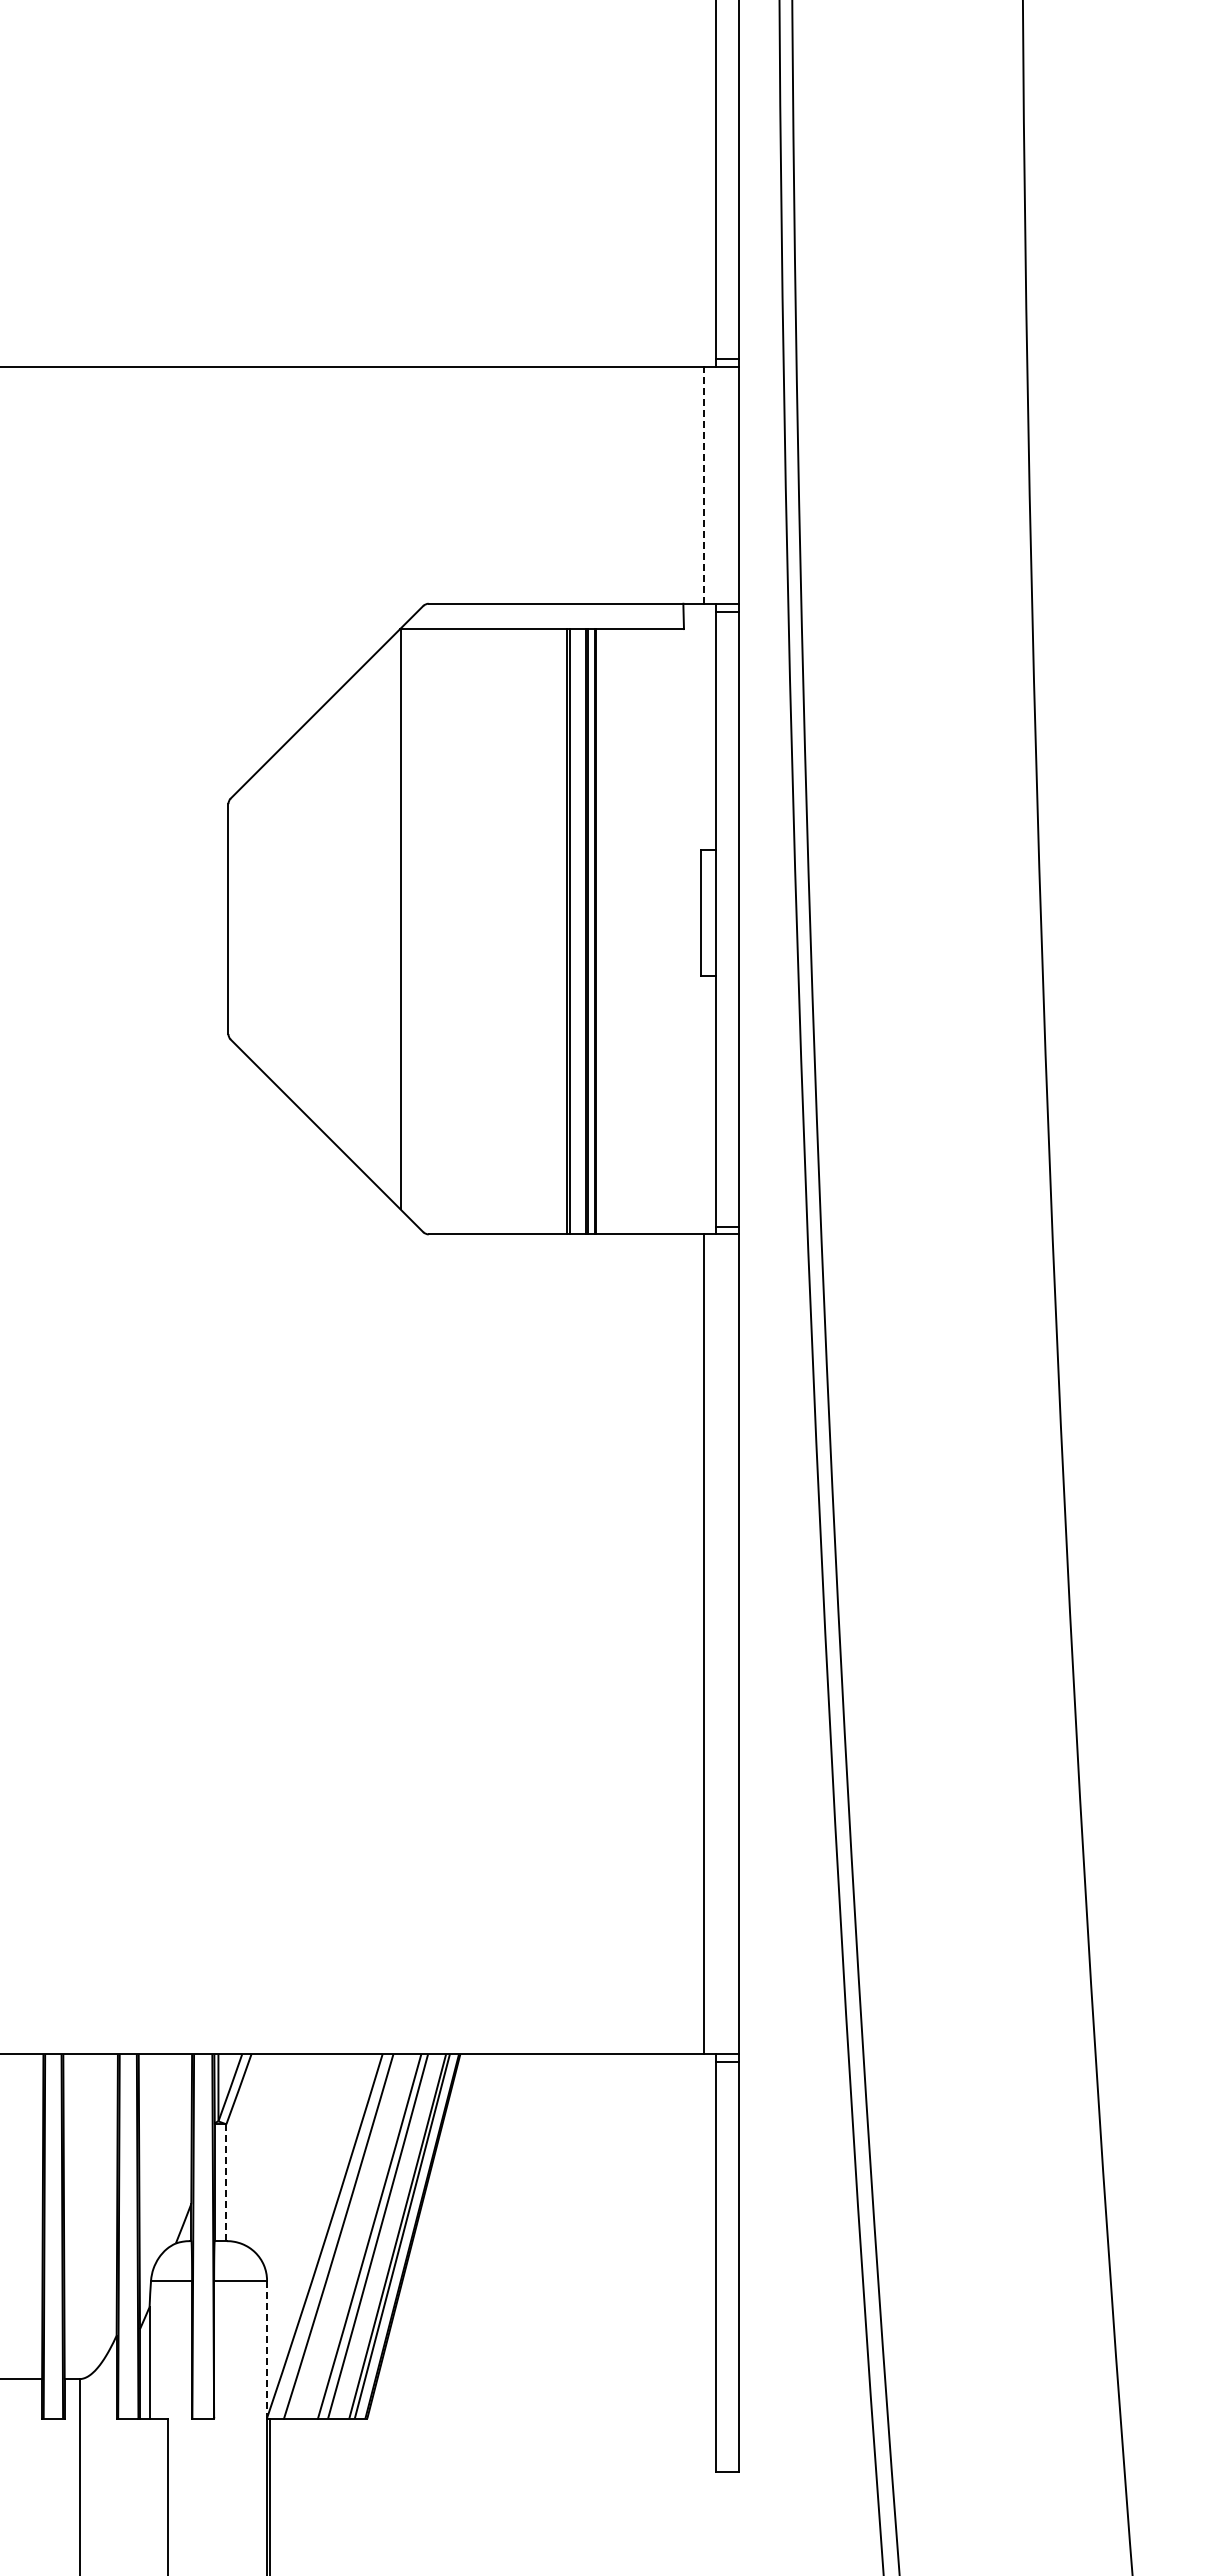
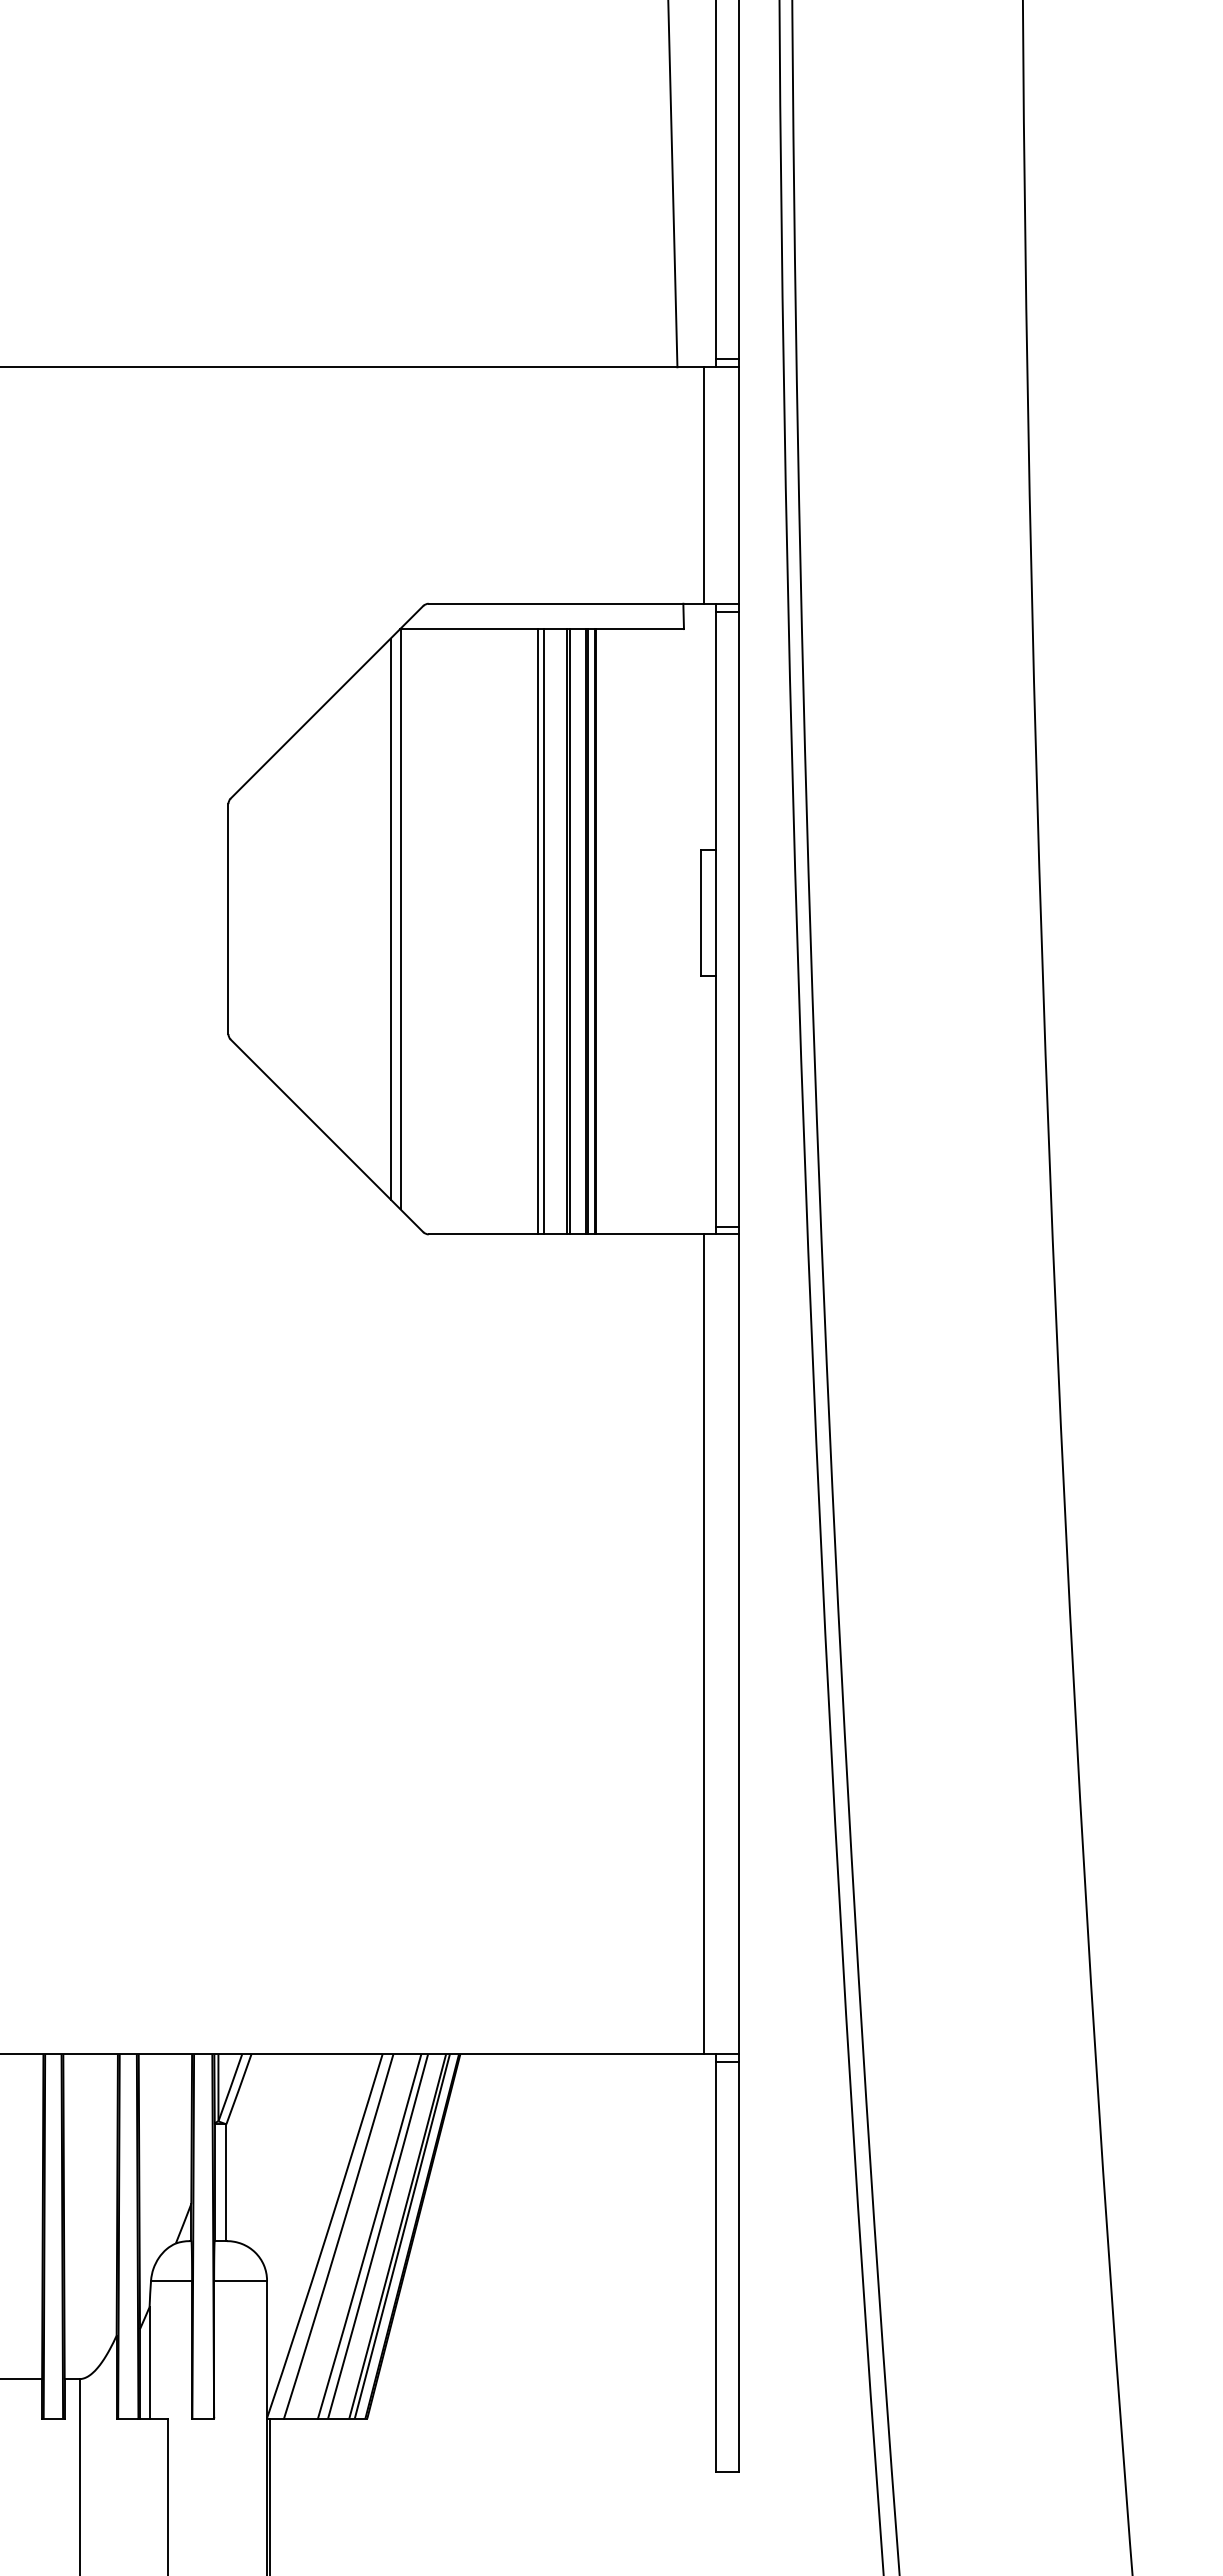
line at (672, 184): none -> present
line at (703, 485): dashed -> solid
line at (390, 918): none -> present
line at (537, 931): none -> present
line at (543, 931): none -> present
line at (226, 2183): dashed -> solid
line at (267, 2349): dashed -> solid
